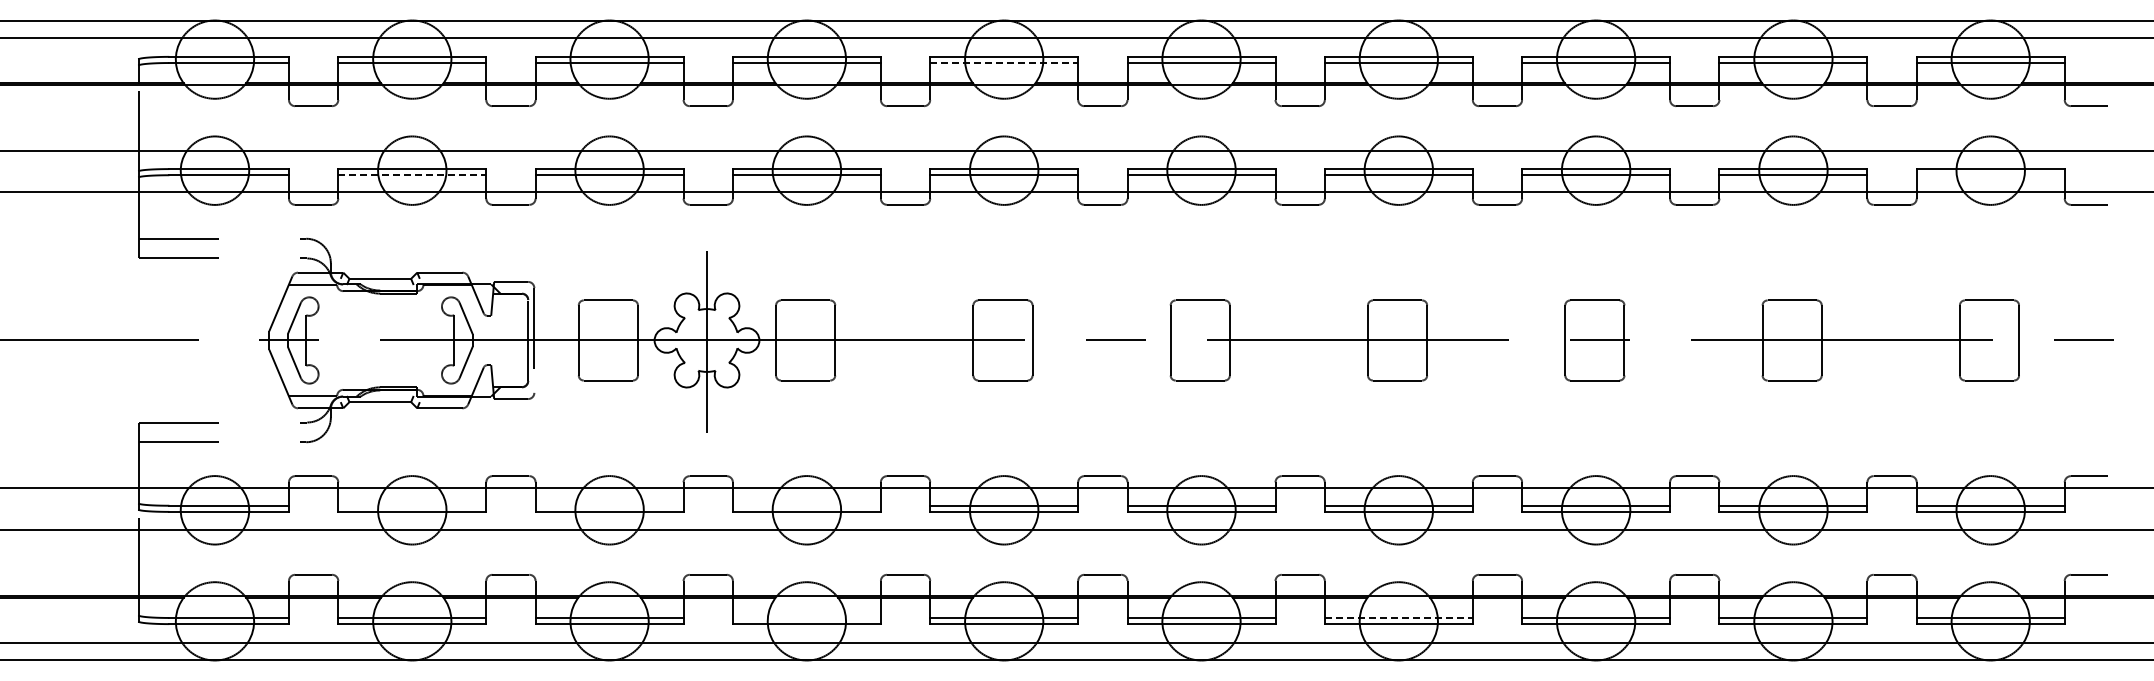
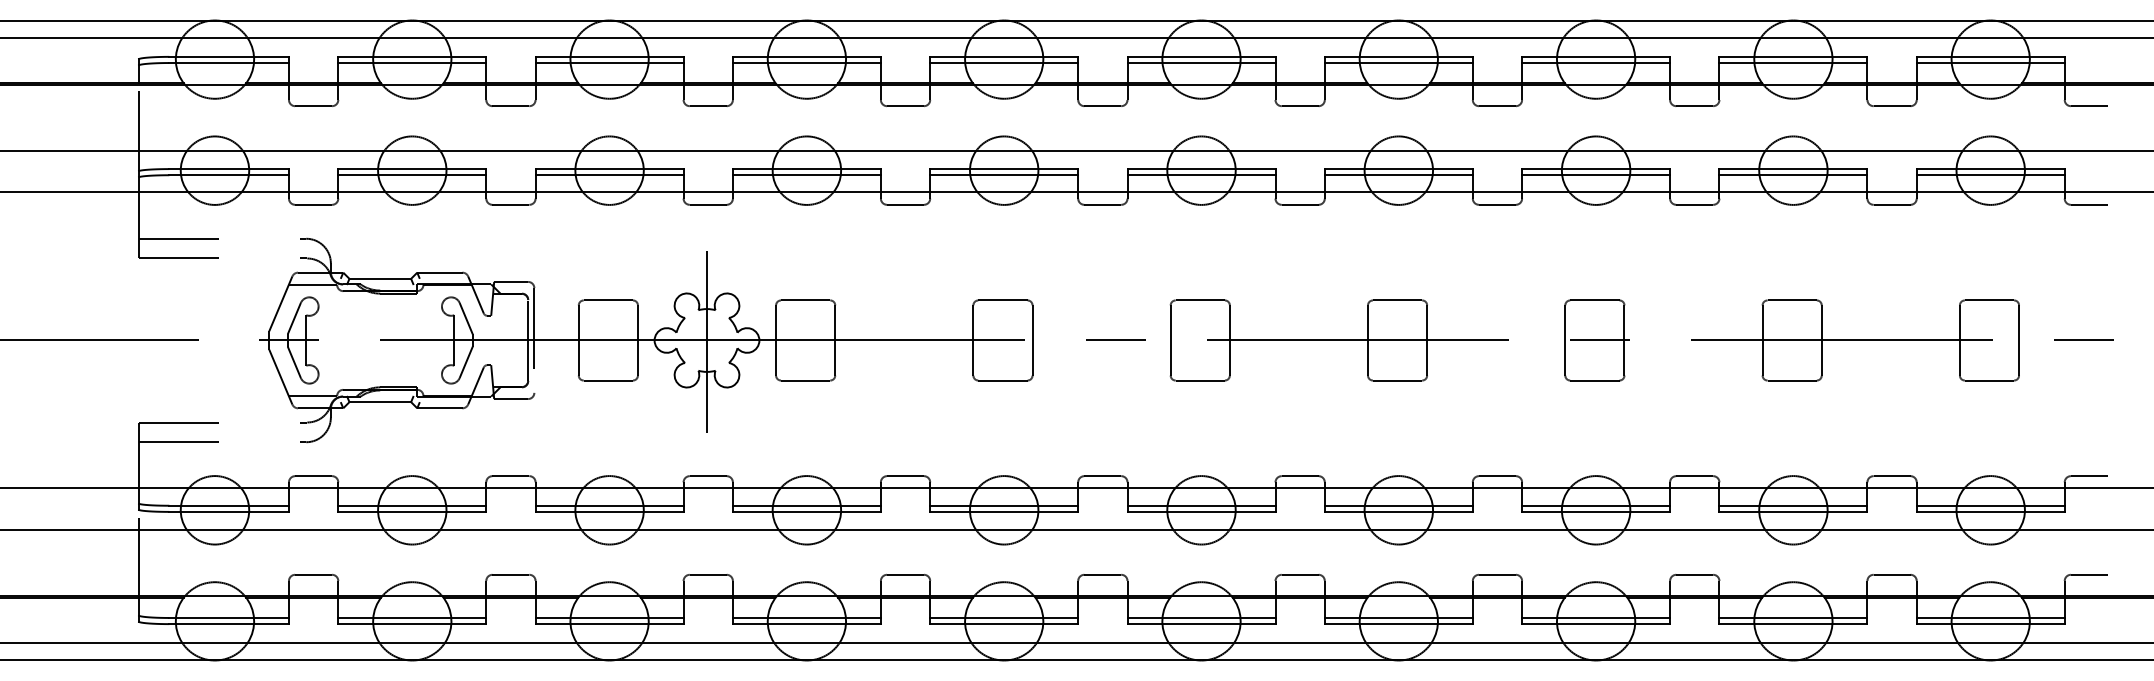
line at (1004, 63): dashed -> solid
line at (412, 175): dashed -> solid
line at (1990, 175): none -> present
line at (412, 505): none -> present
line at (609, 505): none -> present
line at (806, 505): none -> present
line at (806, 617): none -> present
line at (1398, 617): dashed -> solid
